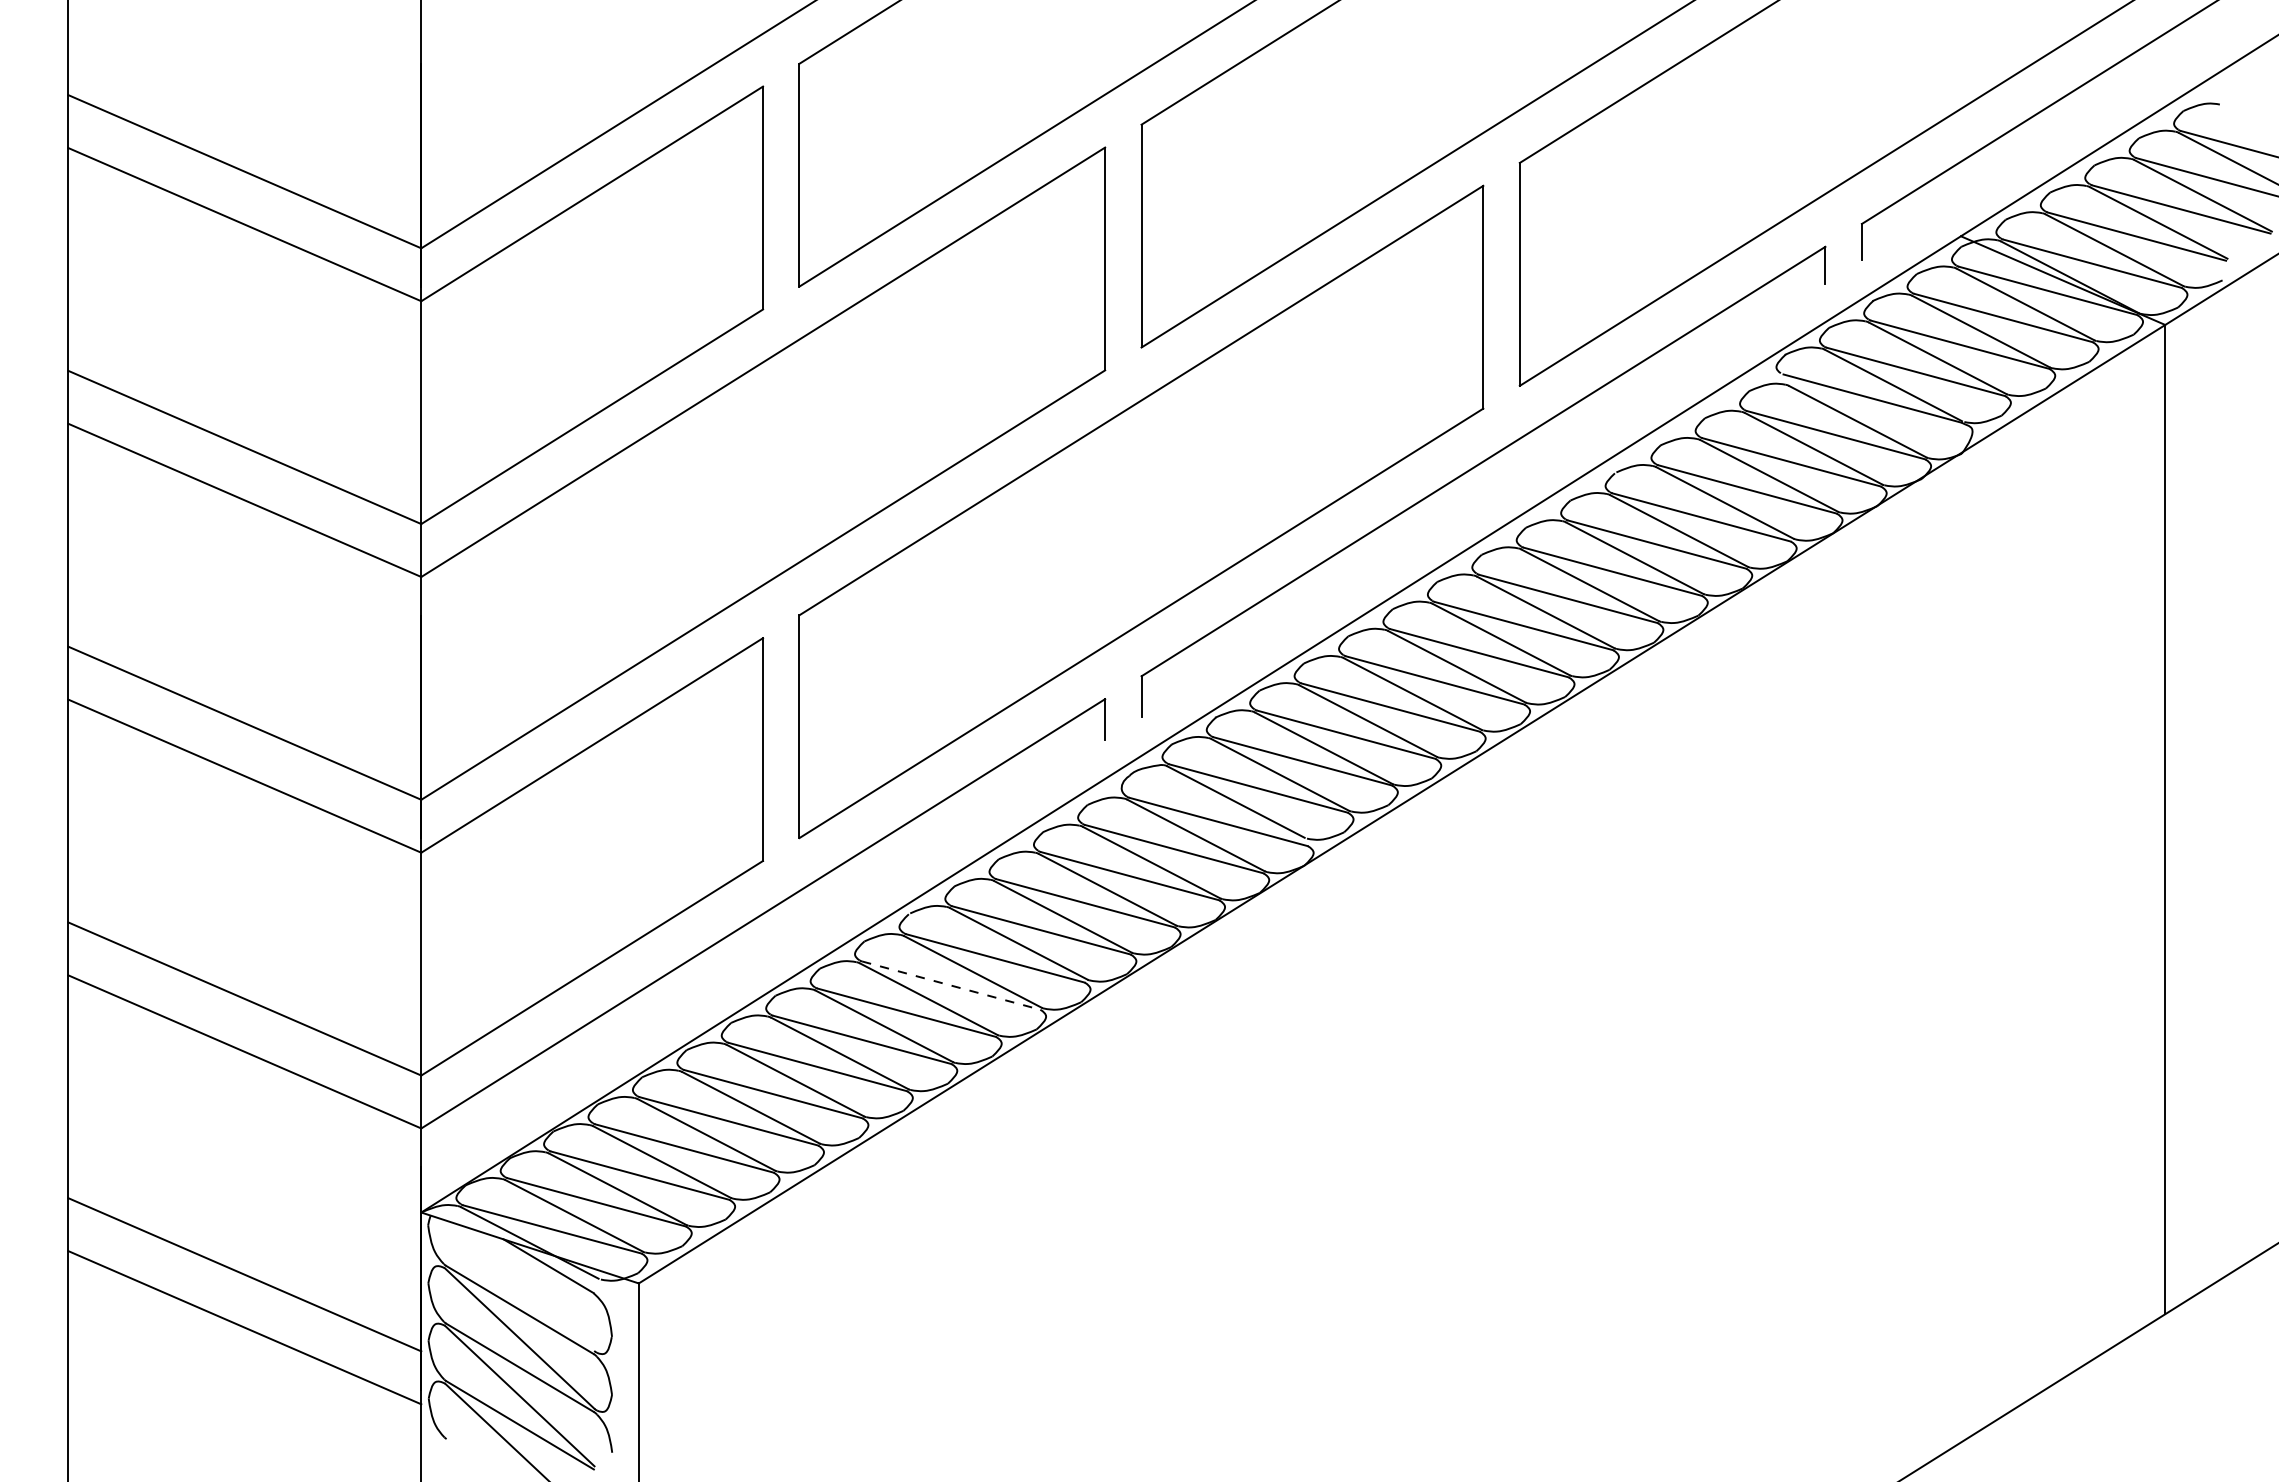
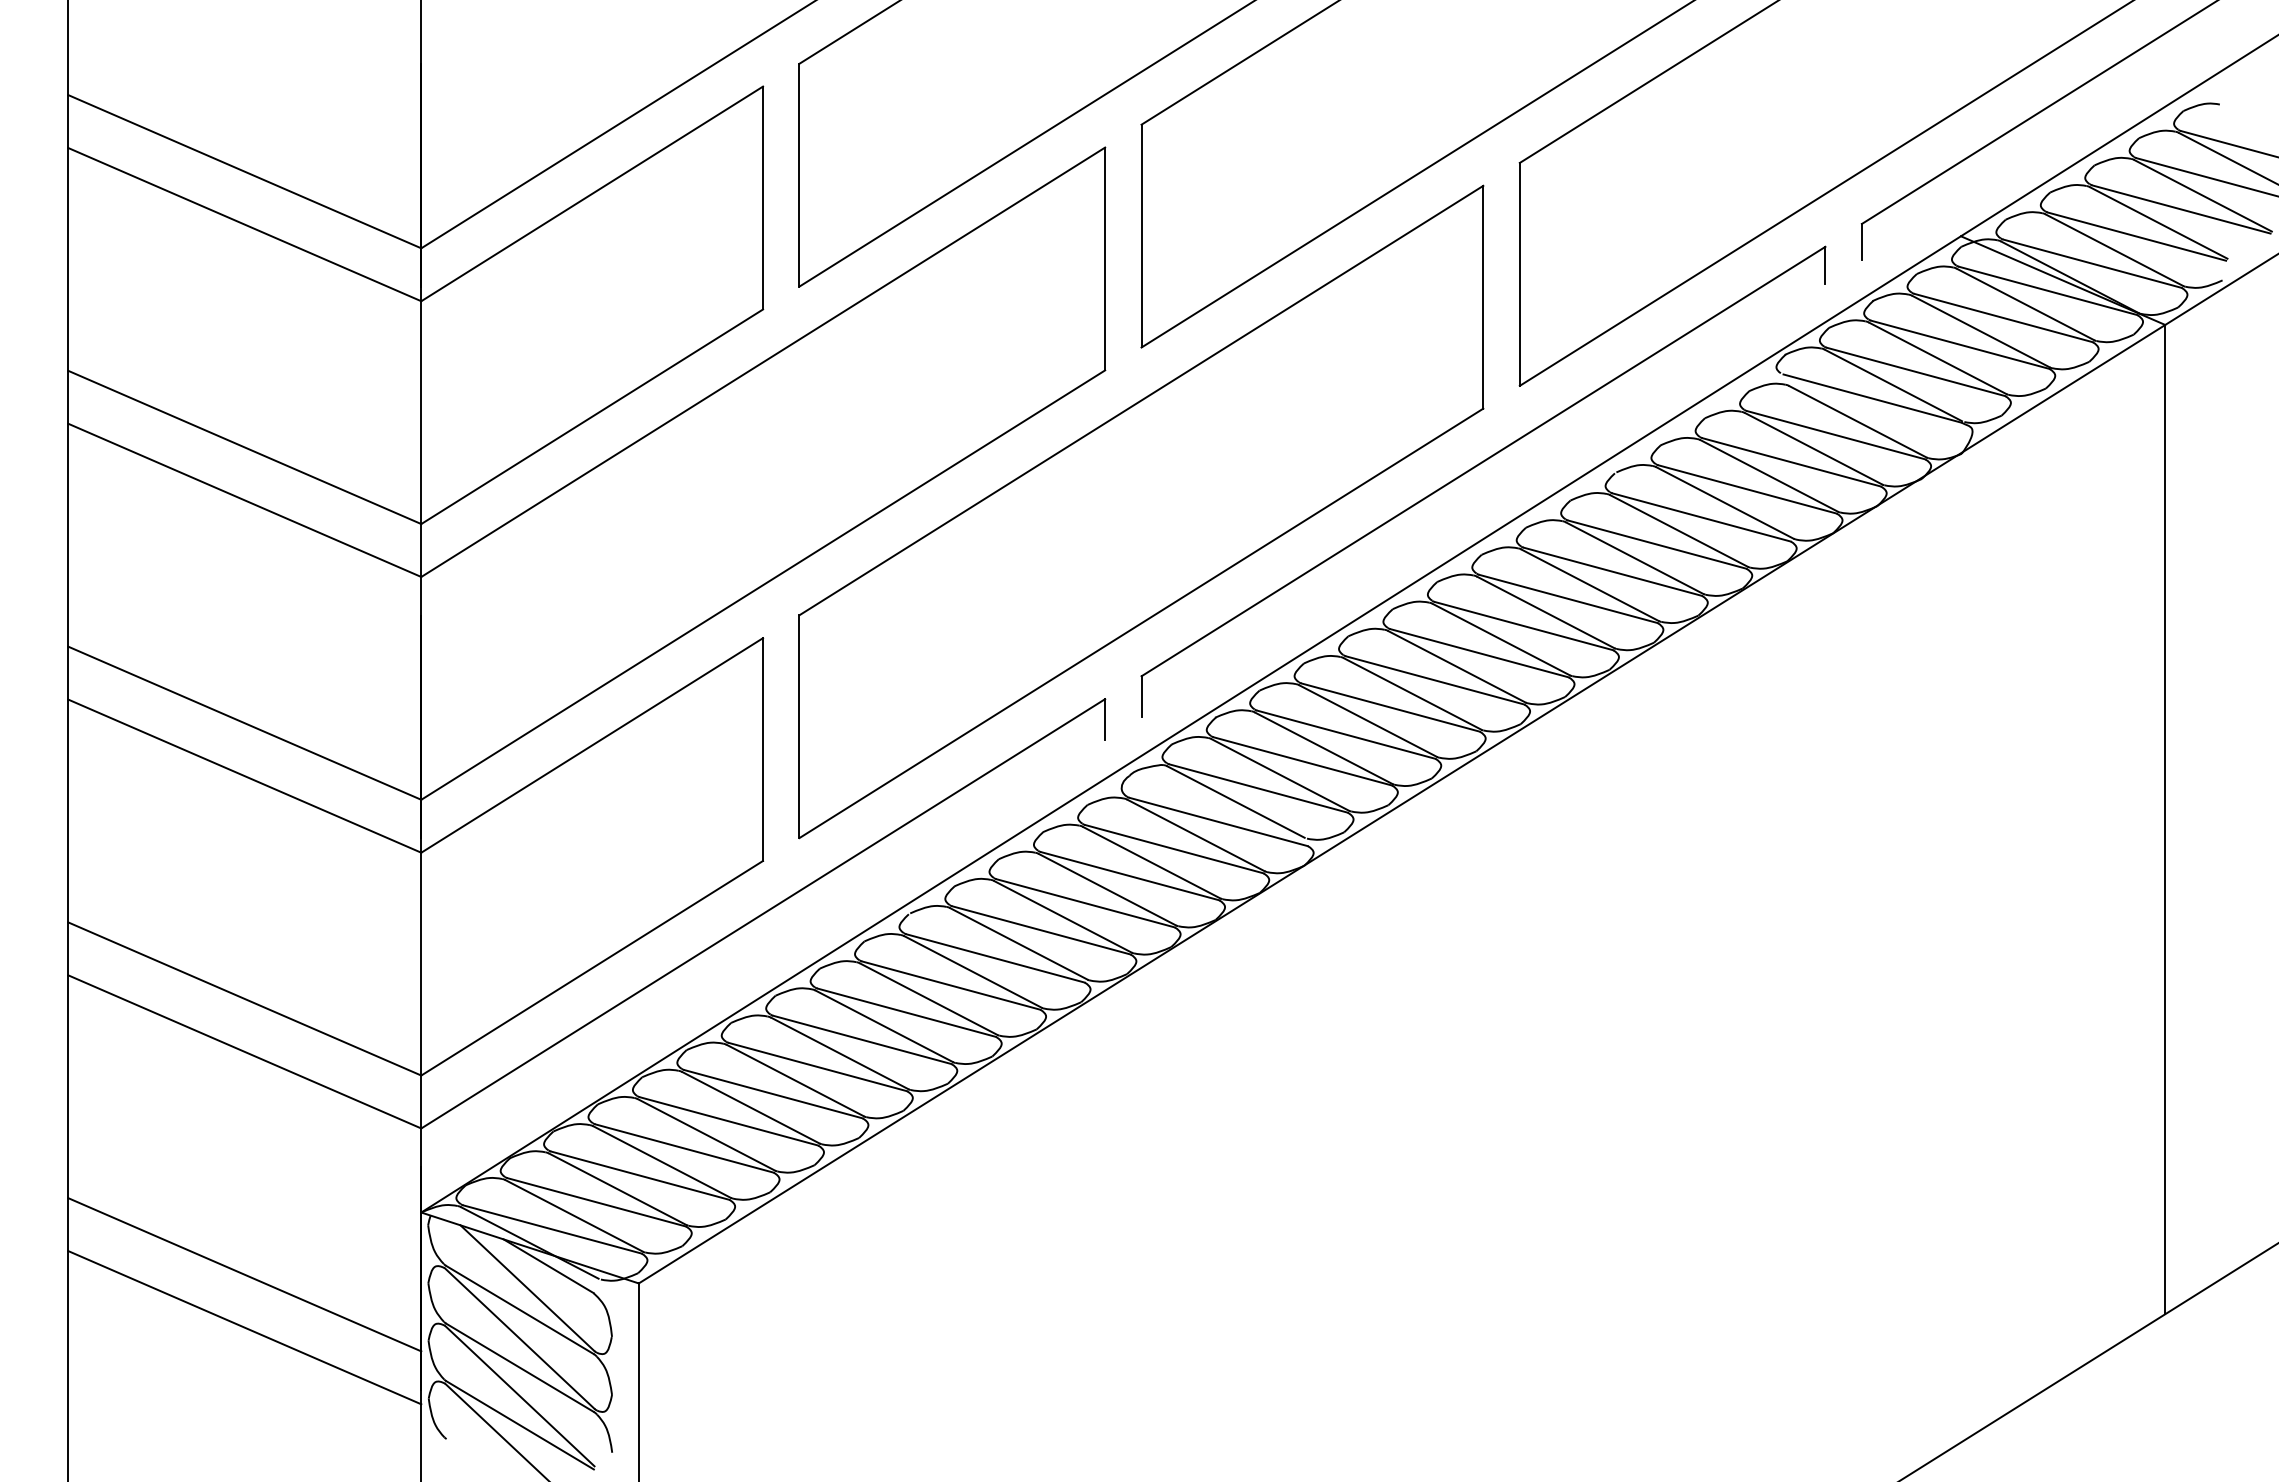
line at (951, 985): dashed -> solid
line at (527, 1287): none -> present
